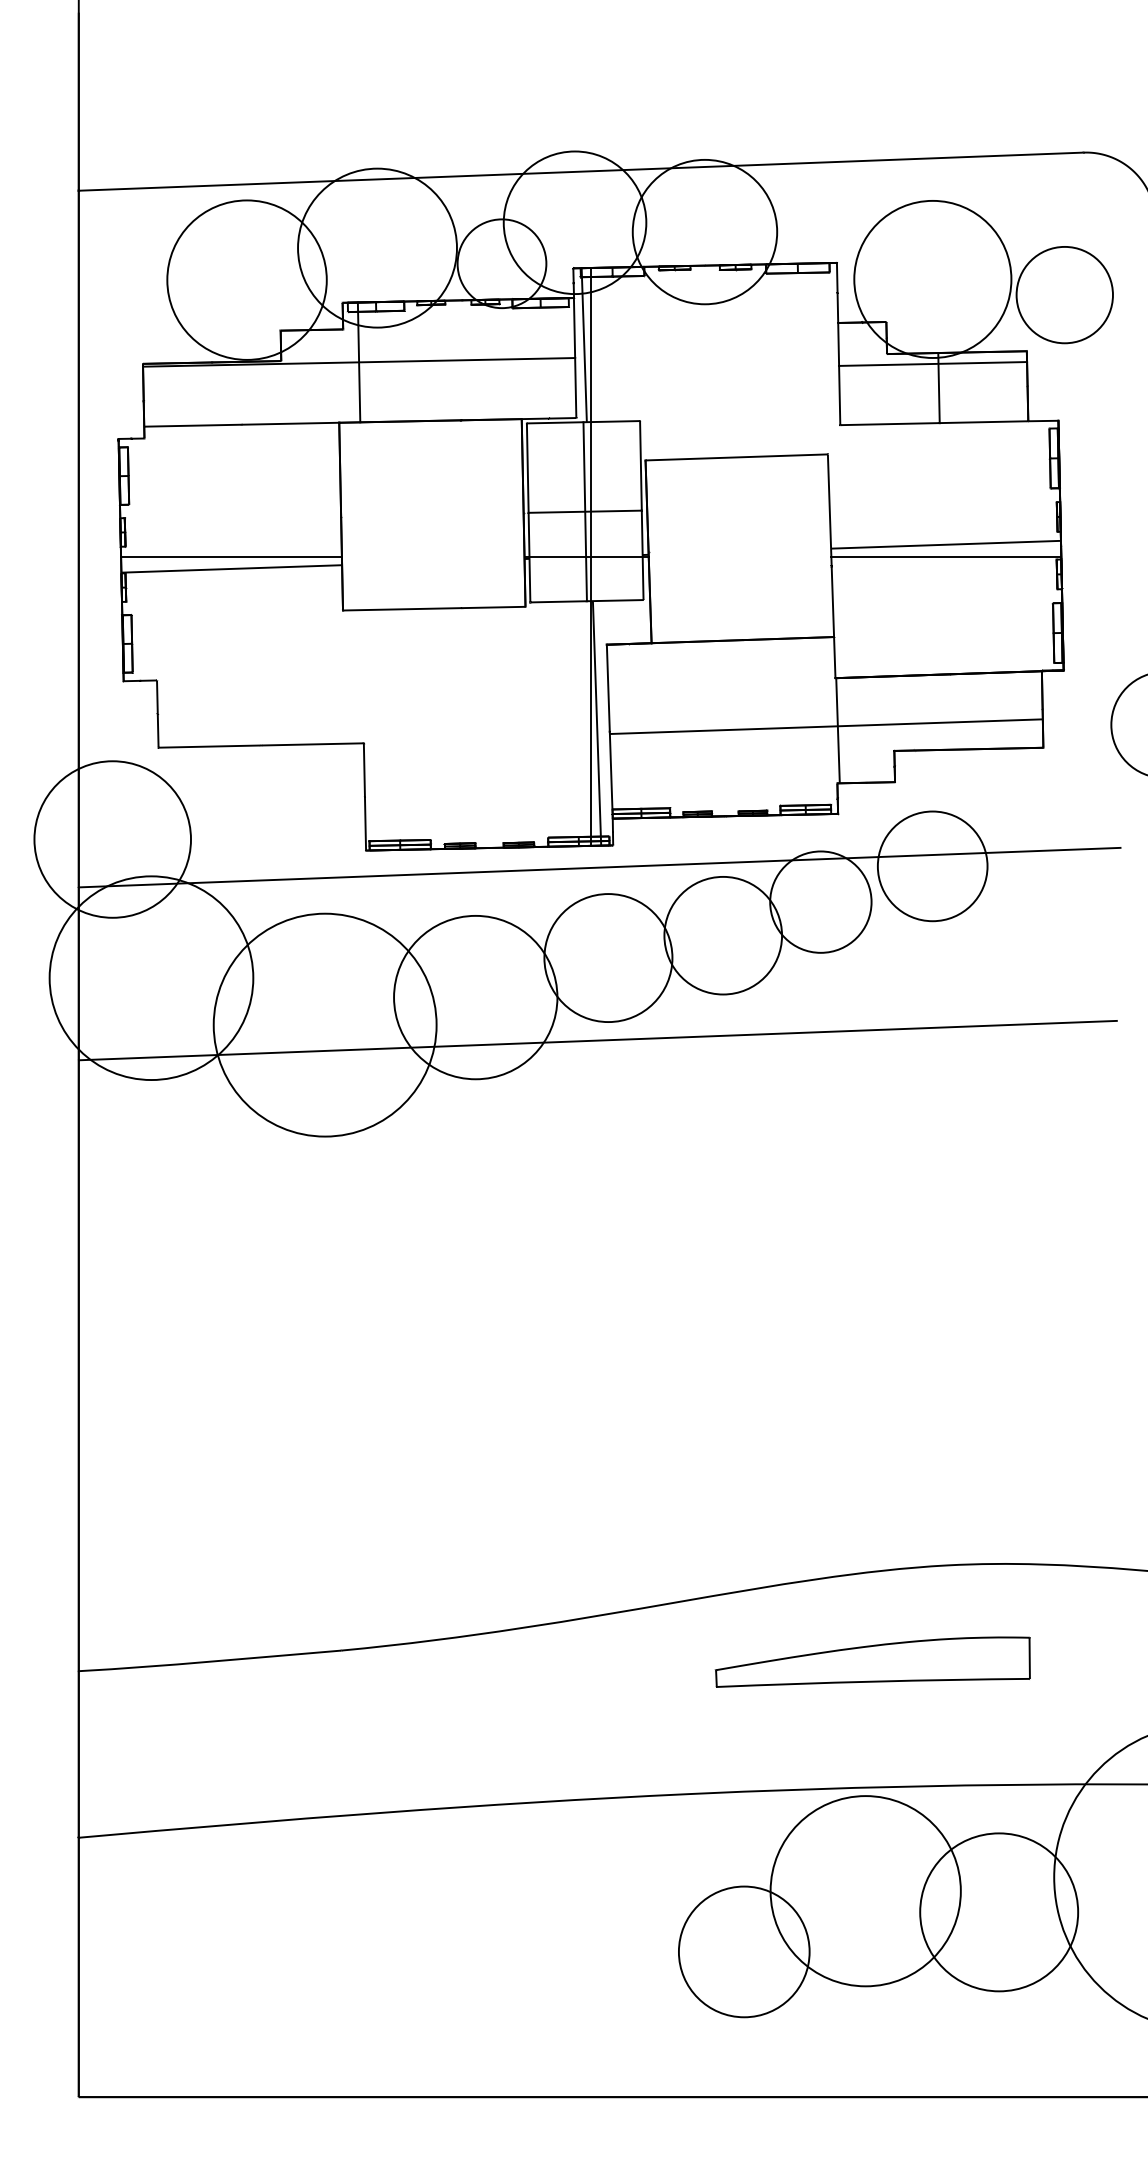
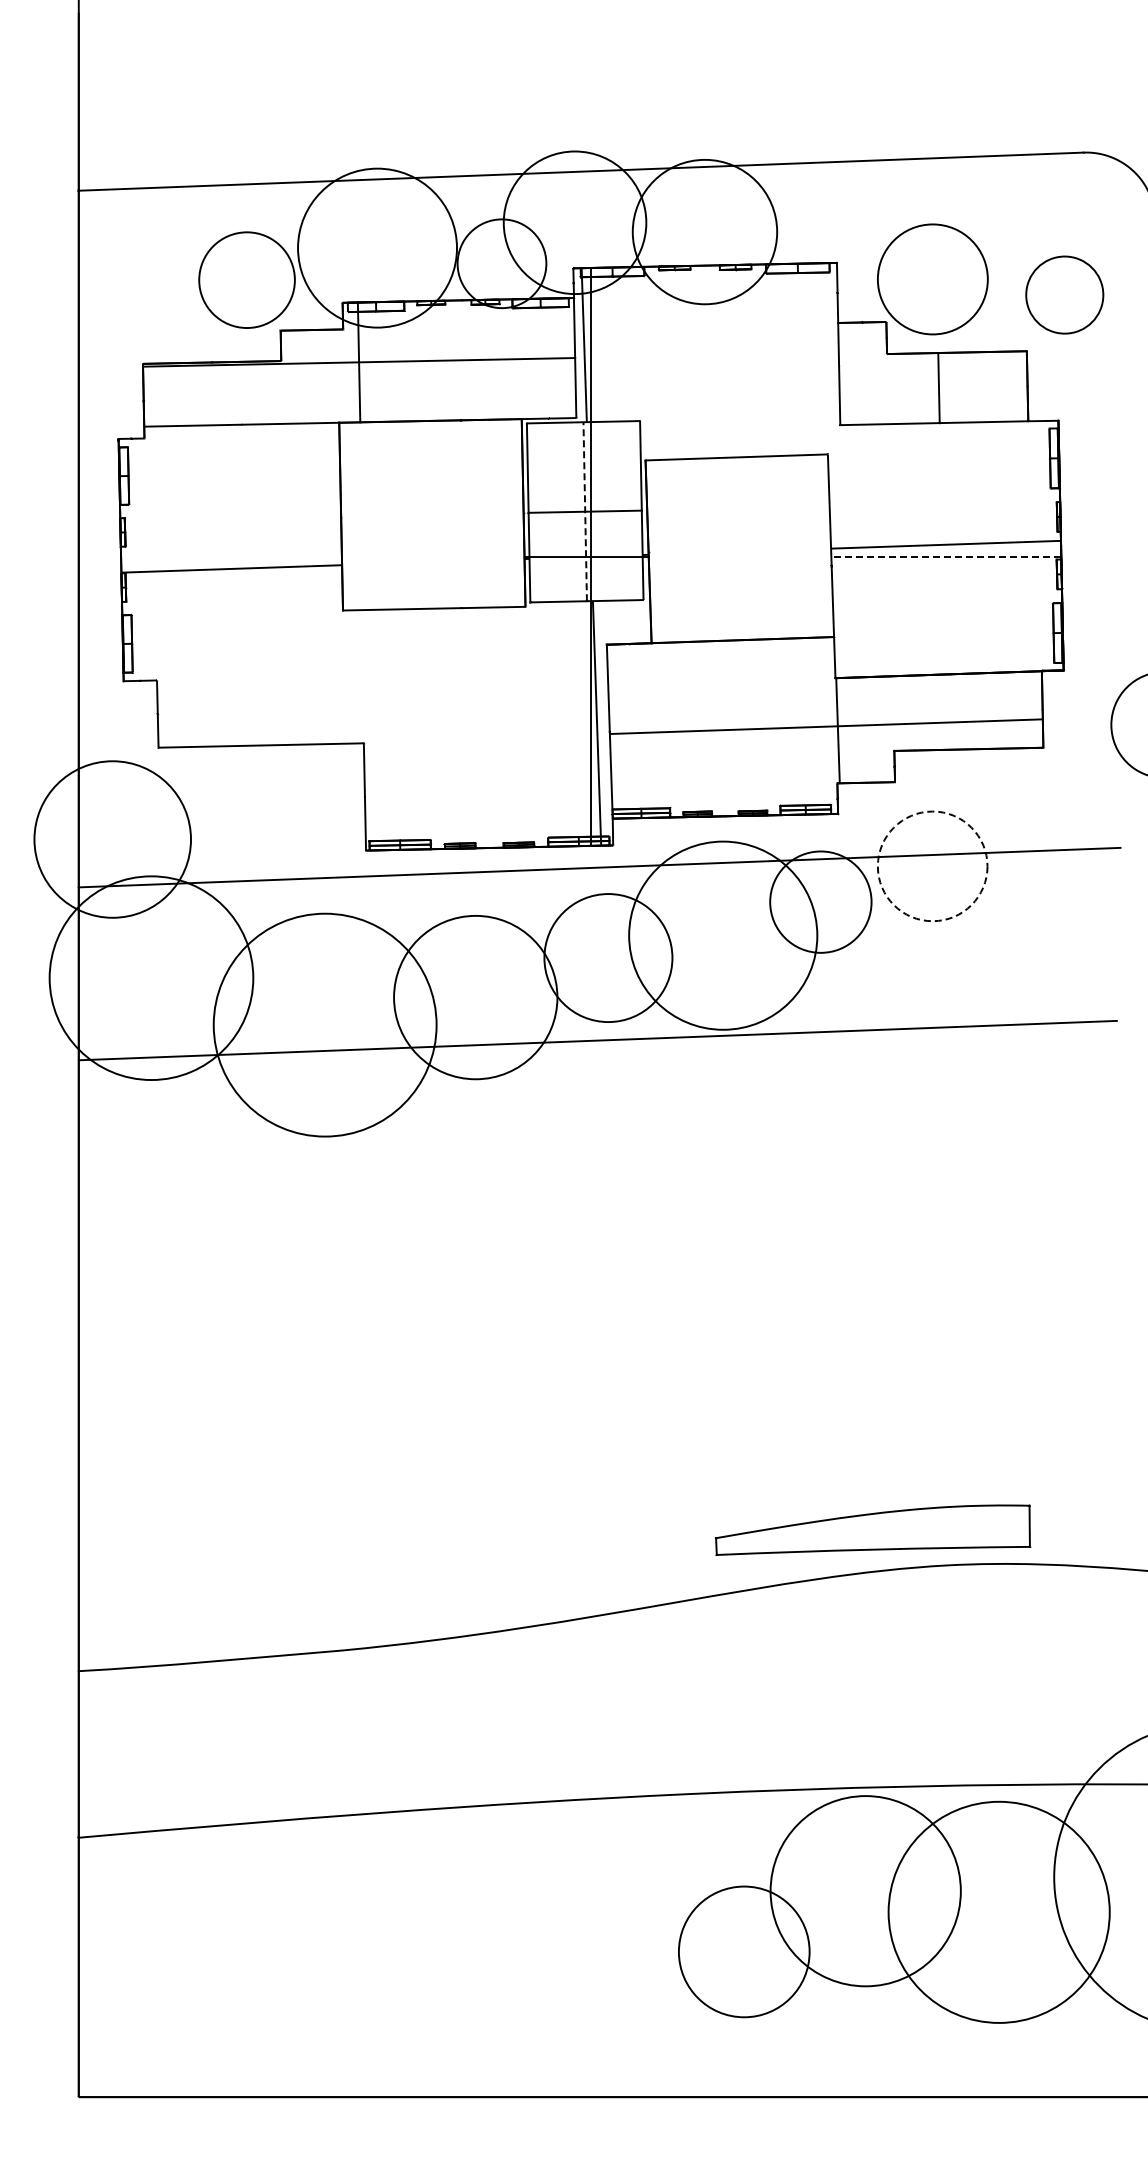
circle at (246, 279) diameter: 159 px -> 96 px
circle at (932, 279) diameter: 157 px -> 110 px
circle at (1064, 294) diameter: 96 px -> 77 px
line at (933, 363): present -> none
line at (585, 511): solid -> dashed
line at (231, 556): present -> none
line at (946, 556): solid -> dashed
circle at (932, 866): solid -> dashed
circle at (723, 935) diameter: 118 px -> 188 px
part at (872, 1661) position: (872, 1661) -> (872, 1529)
circle at (999, 1912) diameter: 158 px -> 221 px
